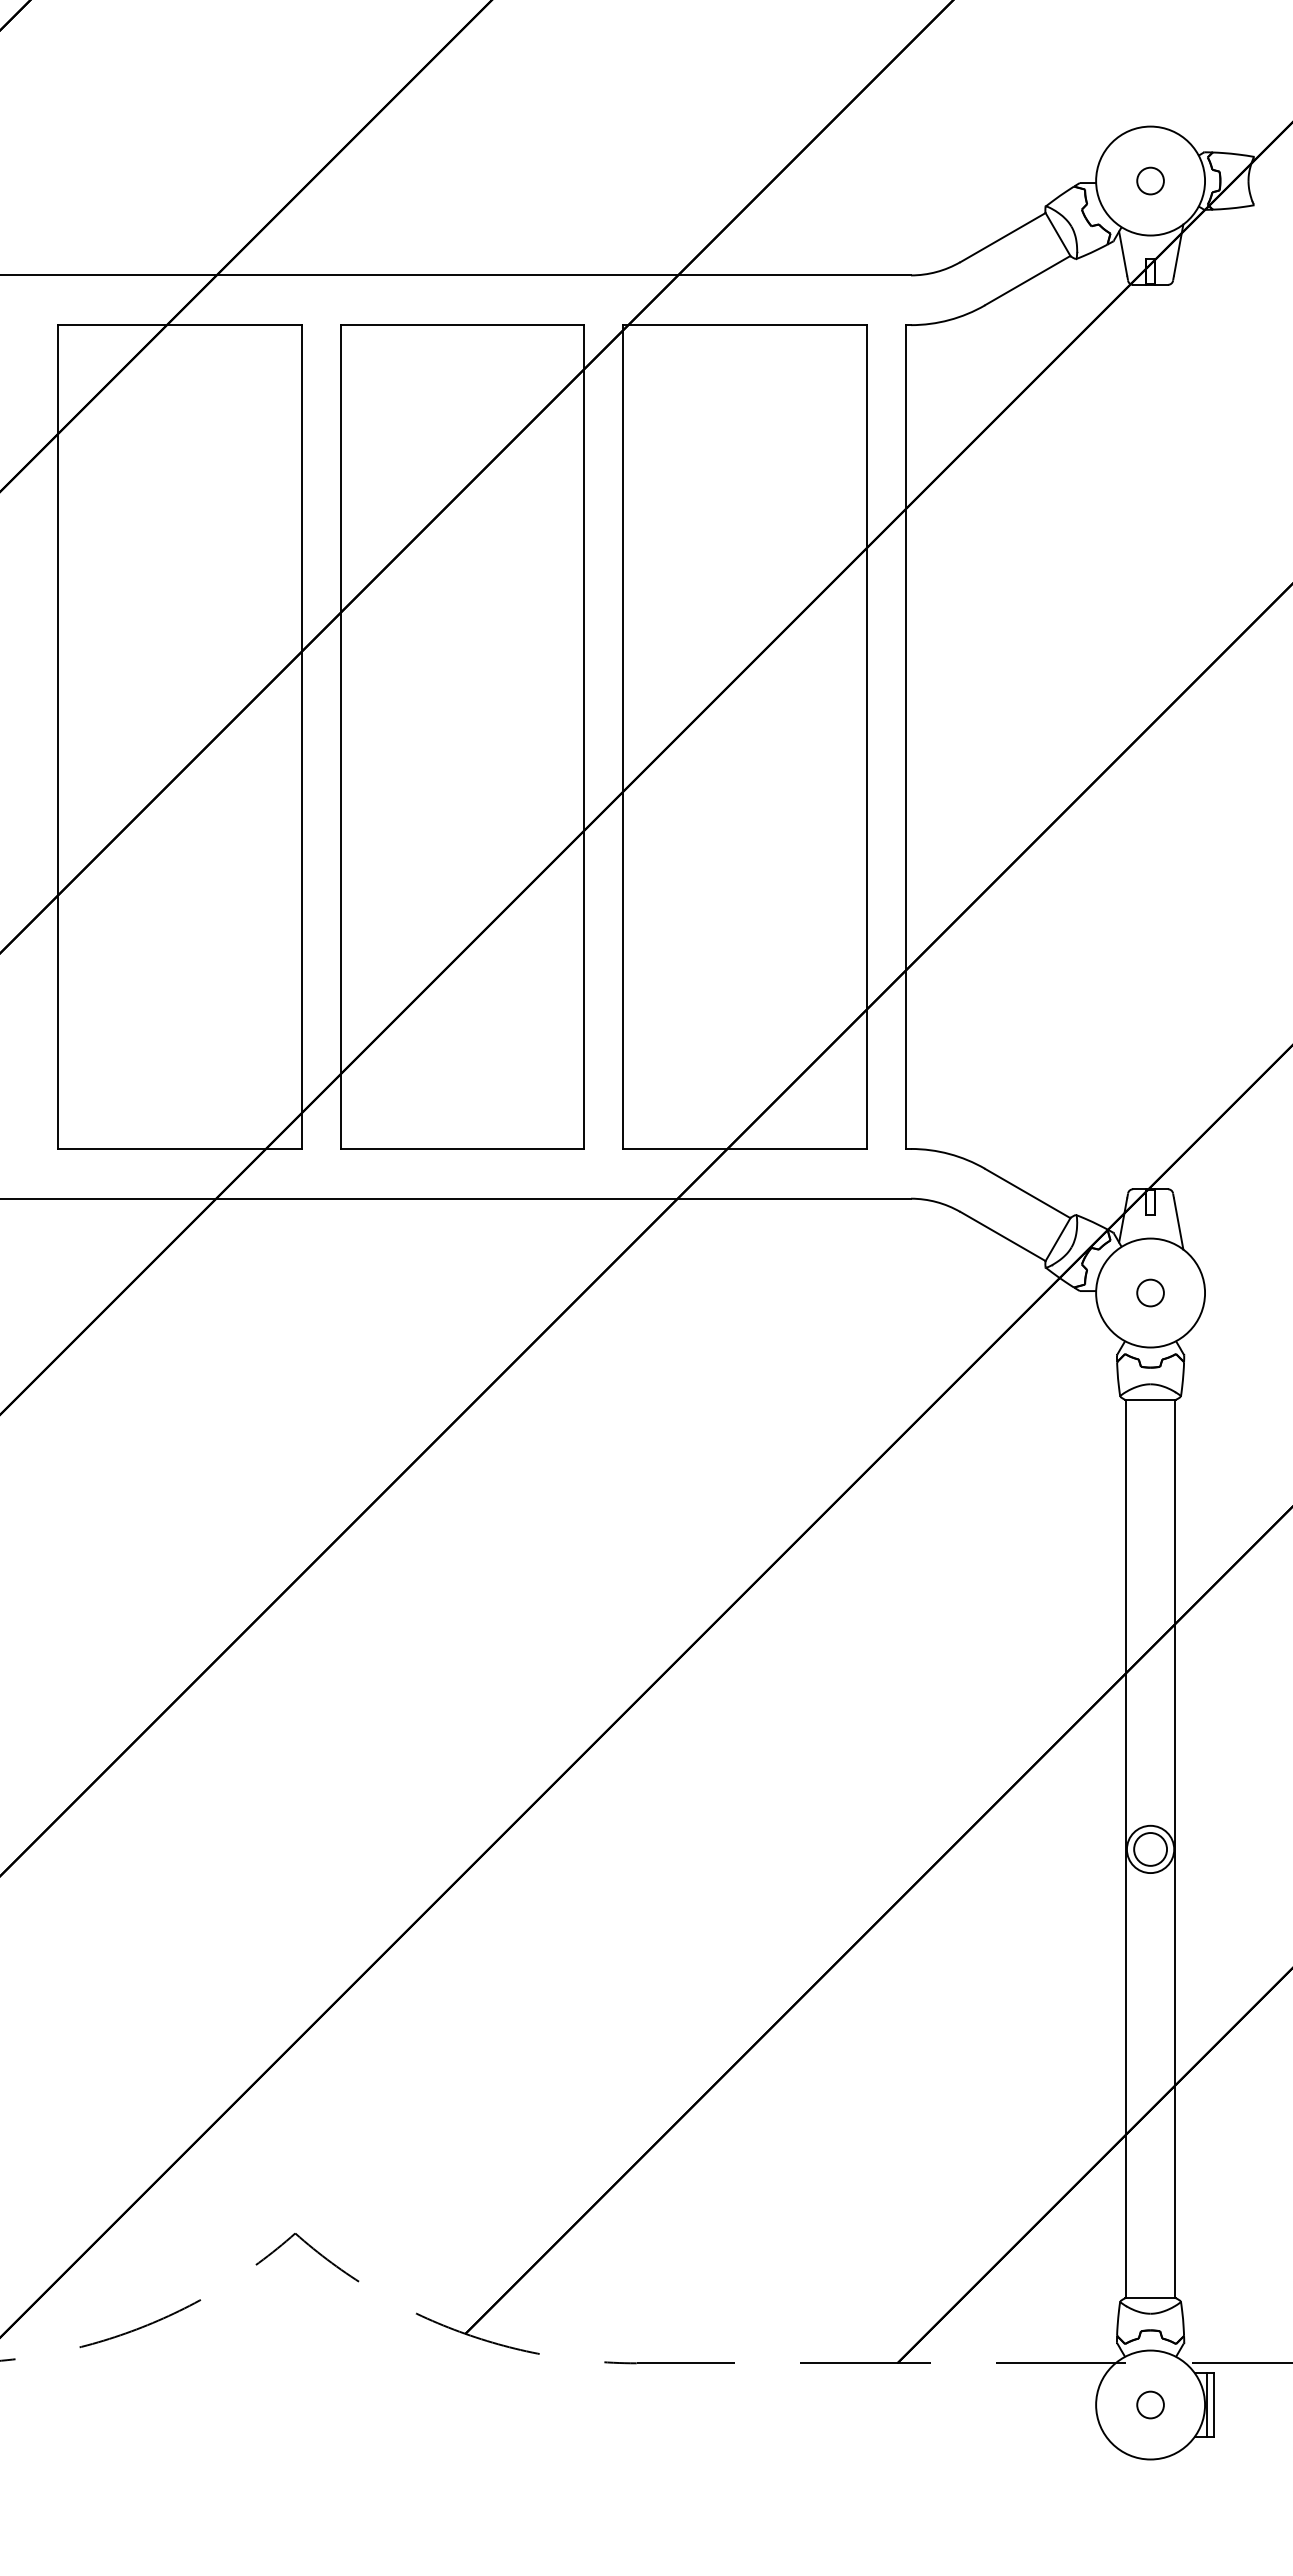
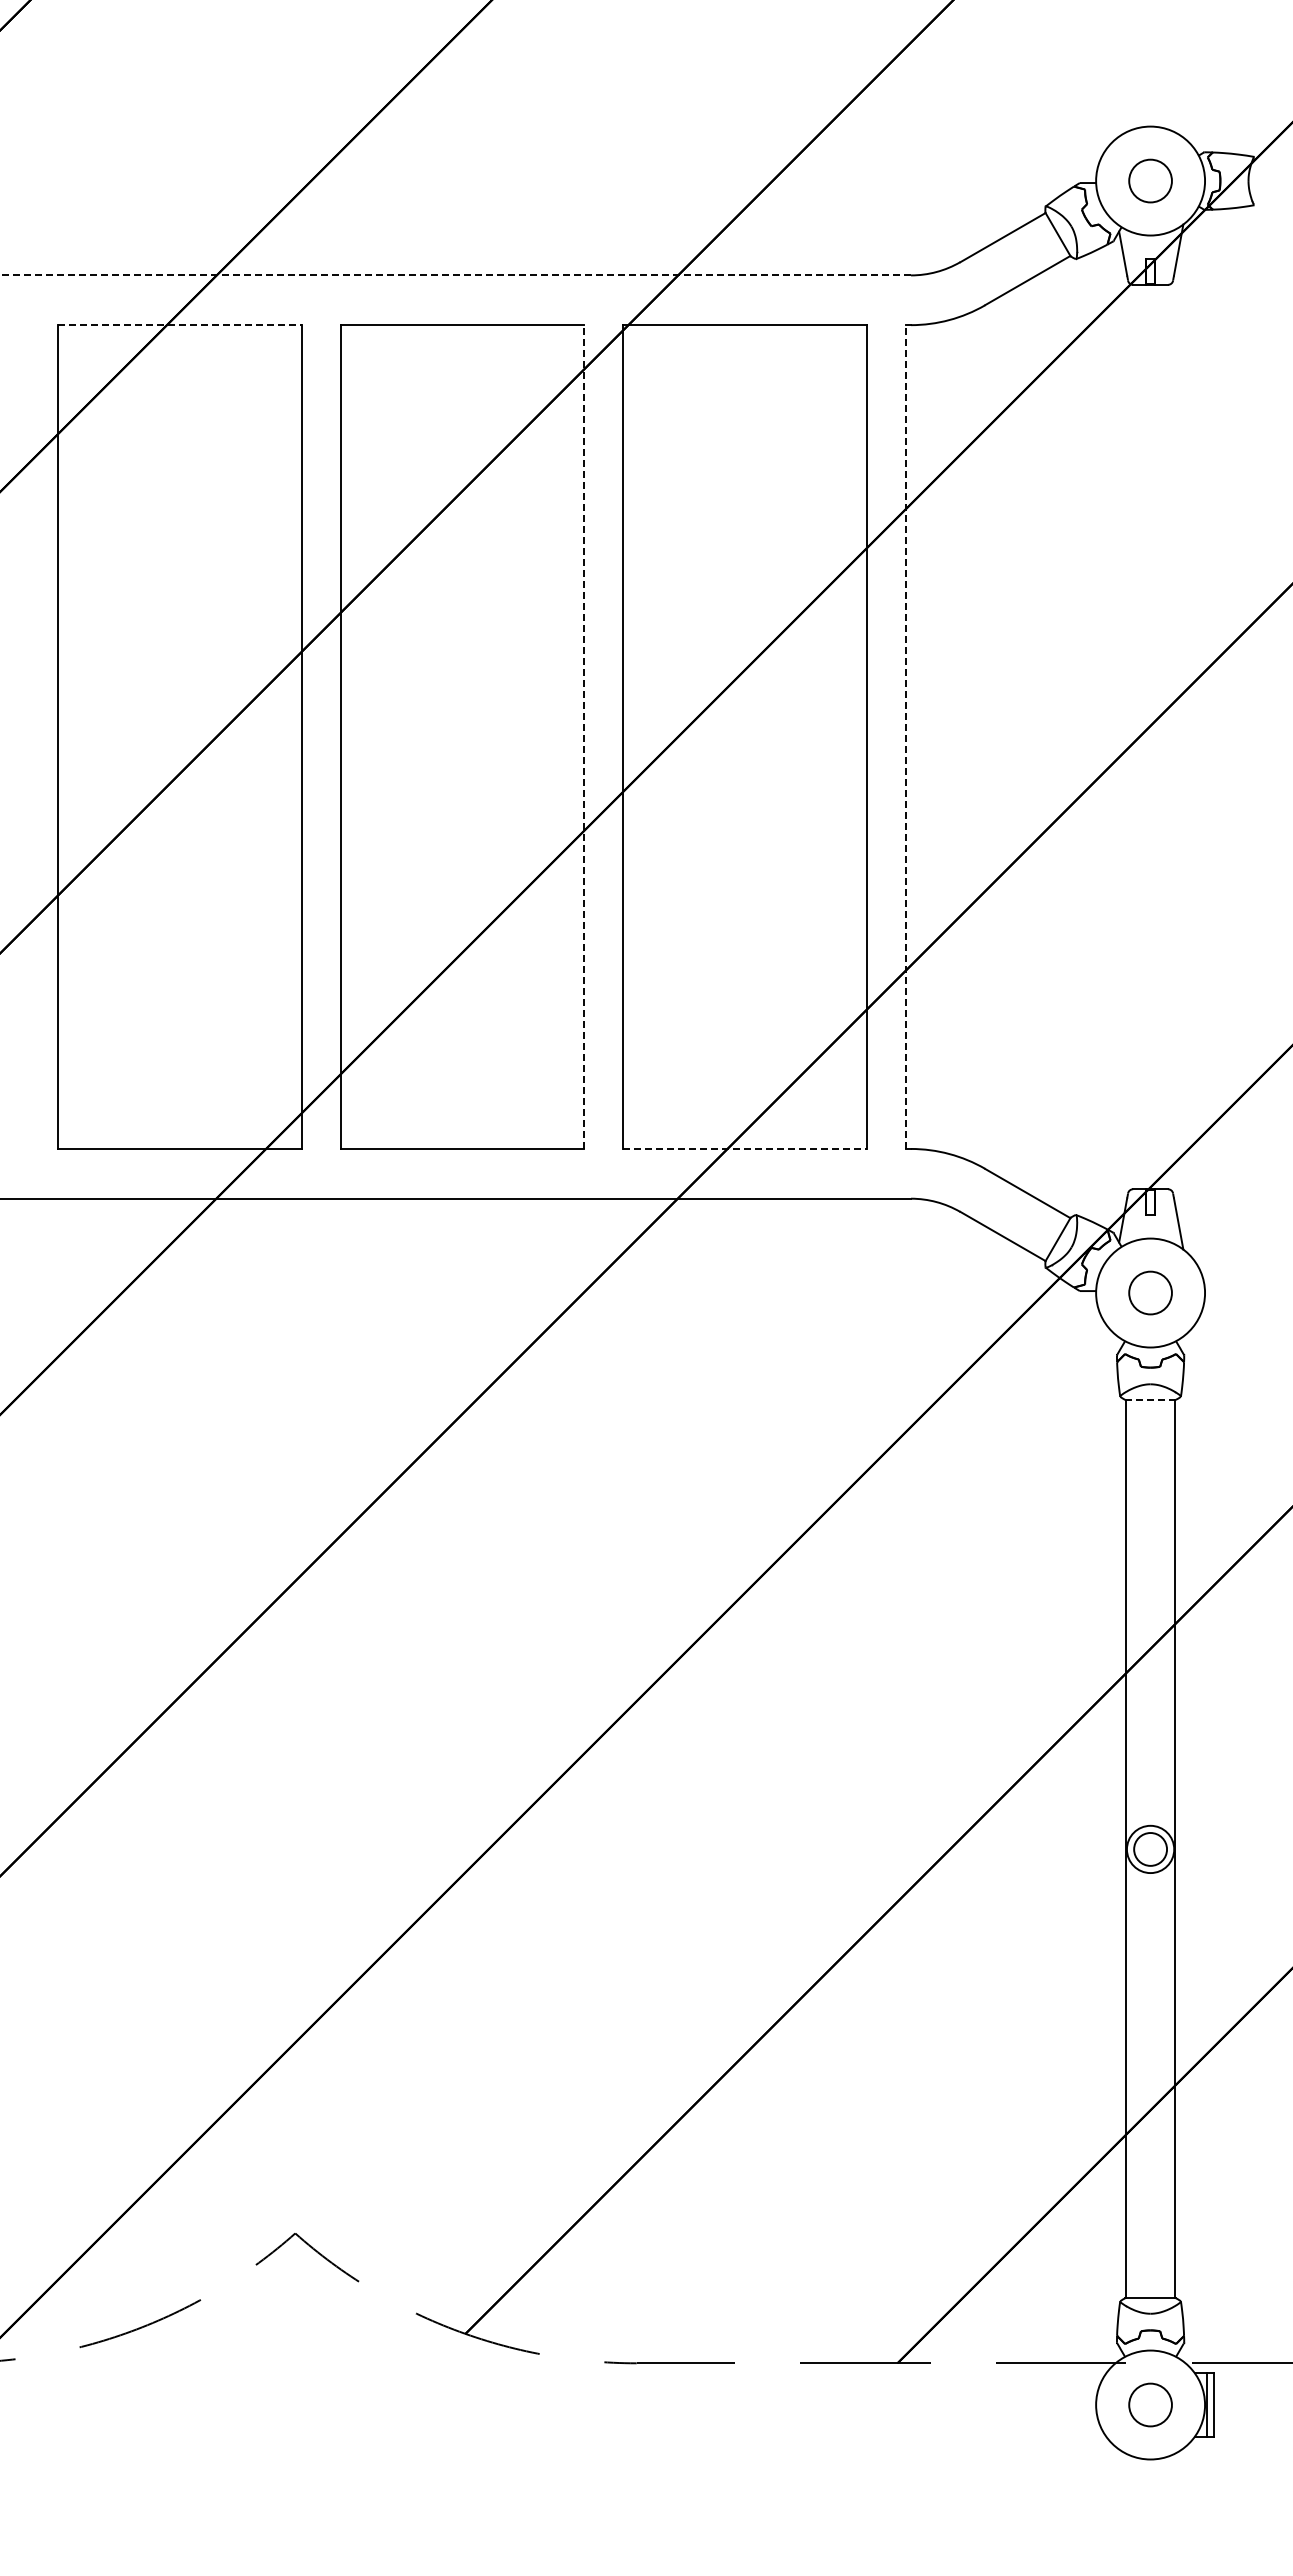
circle at (1150, 180) diameter: 27 px -> 43 px
line at (456, 275): solid -> dashed
line at (179, 325): solid -> dashed
line at (584, 737): solid -> dashed
line at (905, 737): solid -> dashed
line at (745, 1148): solid -> dashed
circle at (1150, 1292) diameter: 27 px -> 43 px
line at (1151, 1399): solid -> dashed
circle at (1150, 2404) diameter: 27 px -> 43 px
